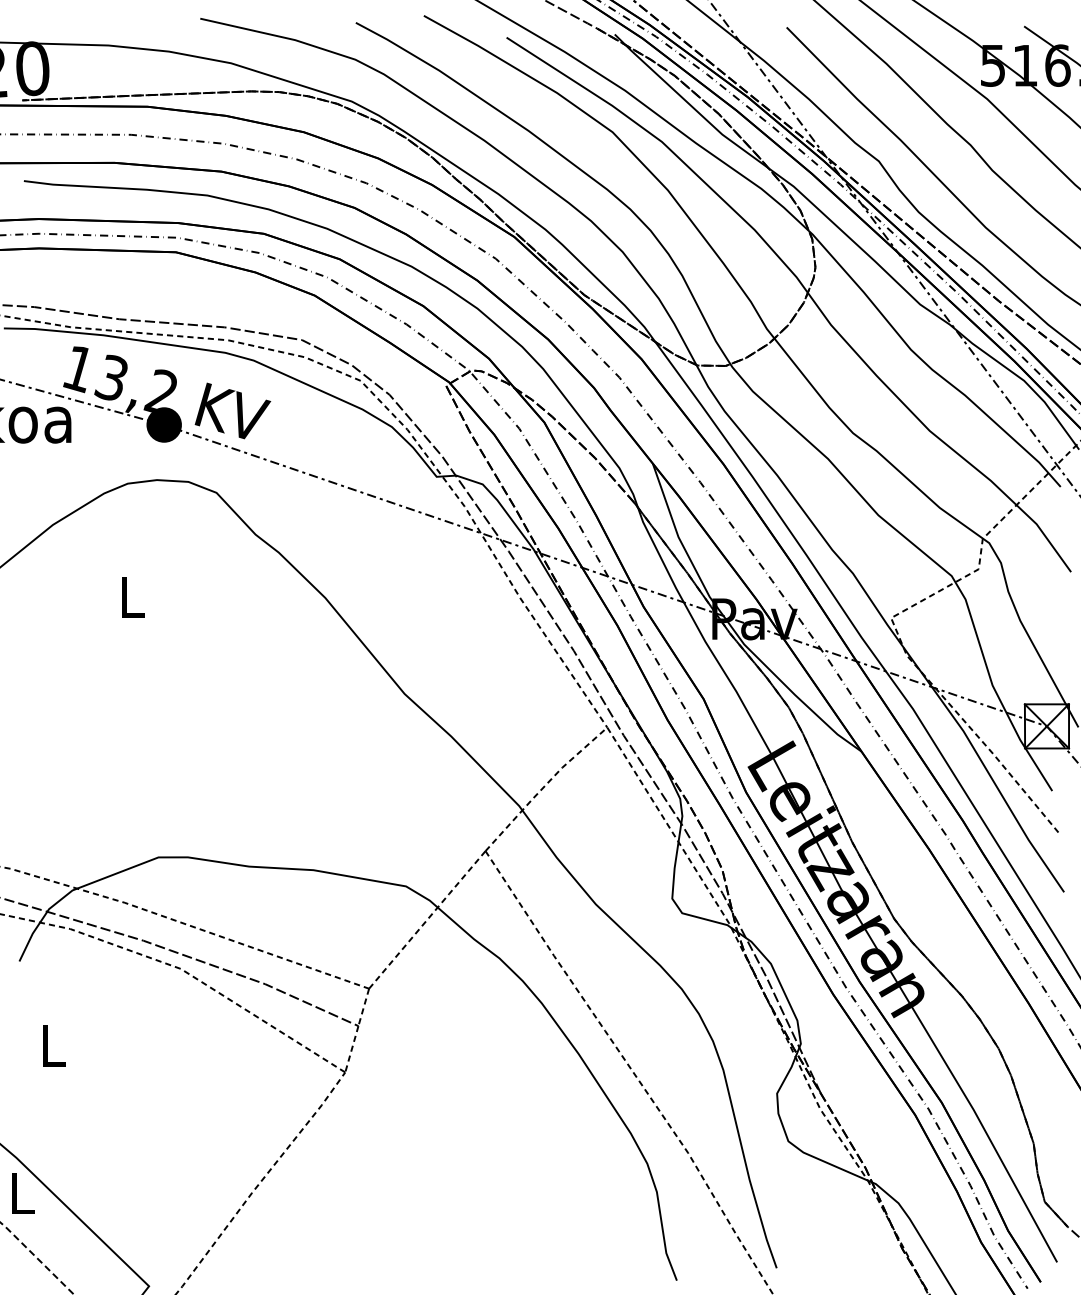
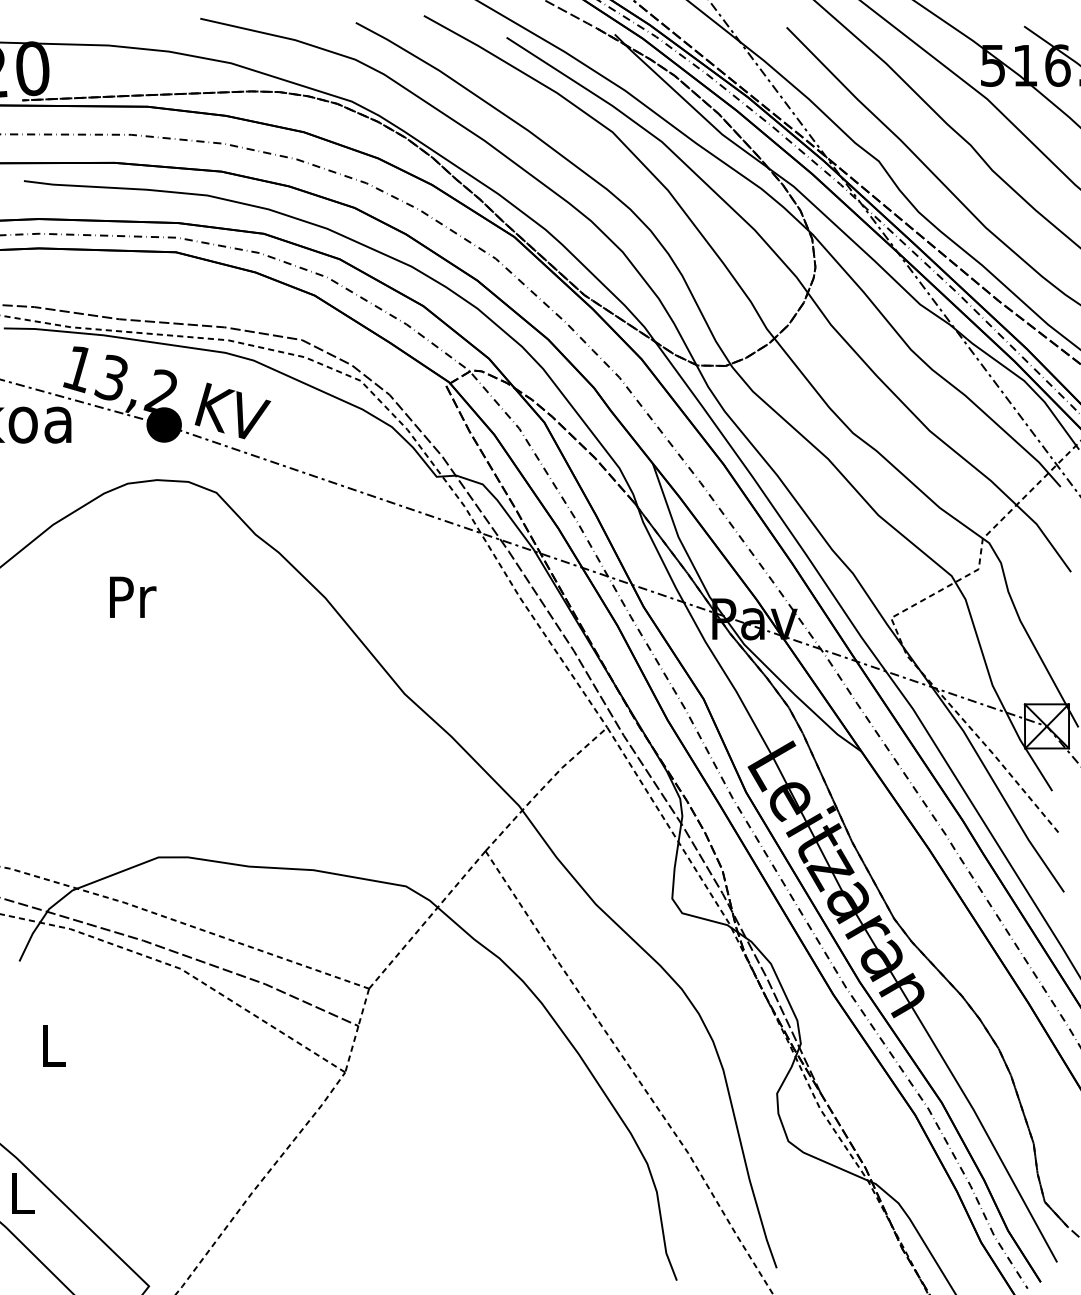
text at (133, 596): L -> Pr
line at (37, 1258): dashed -> solid
